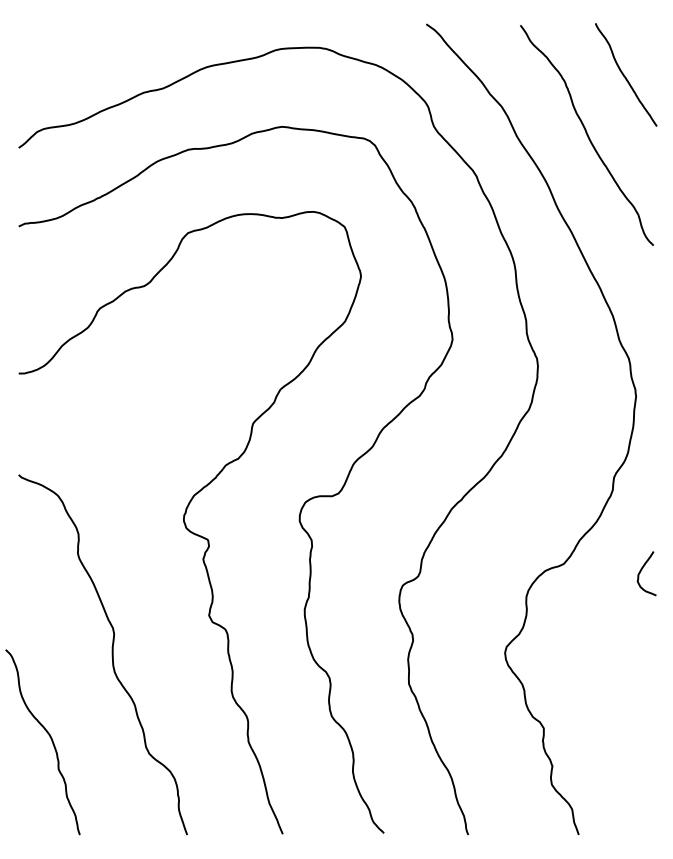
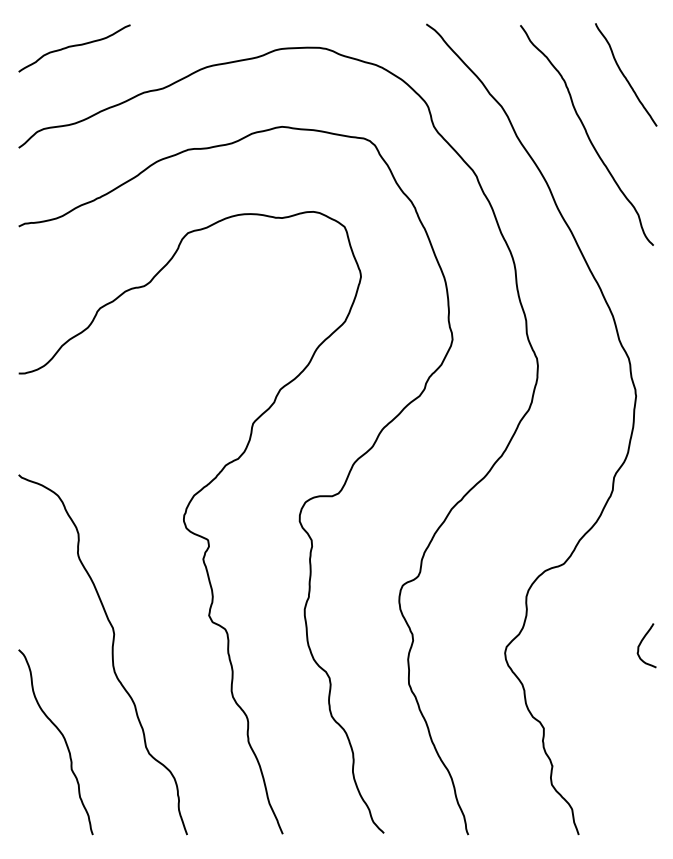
curve at (74, 46): none -> present
curve at (641, 571) position: (641, 571) -> (641, 643)
curve at (49, 737) position: (49, 737) -> (62, 737)
